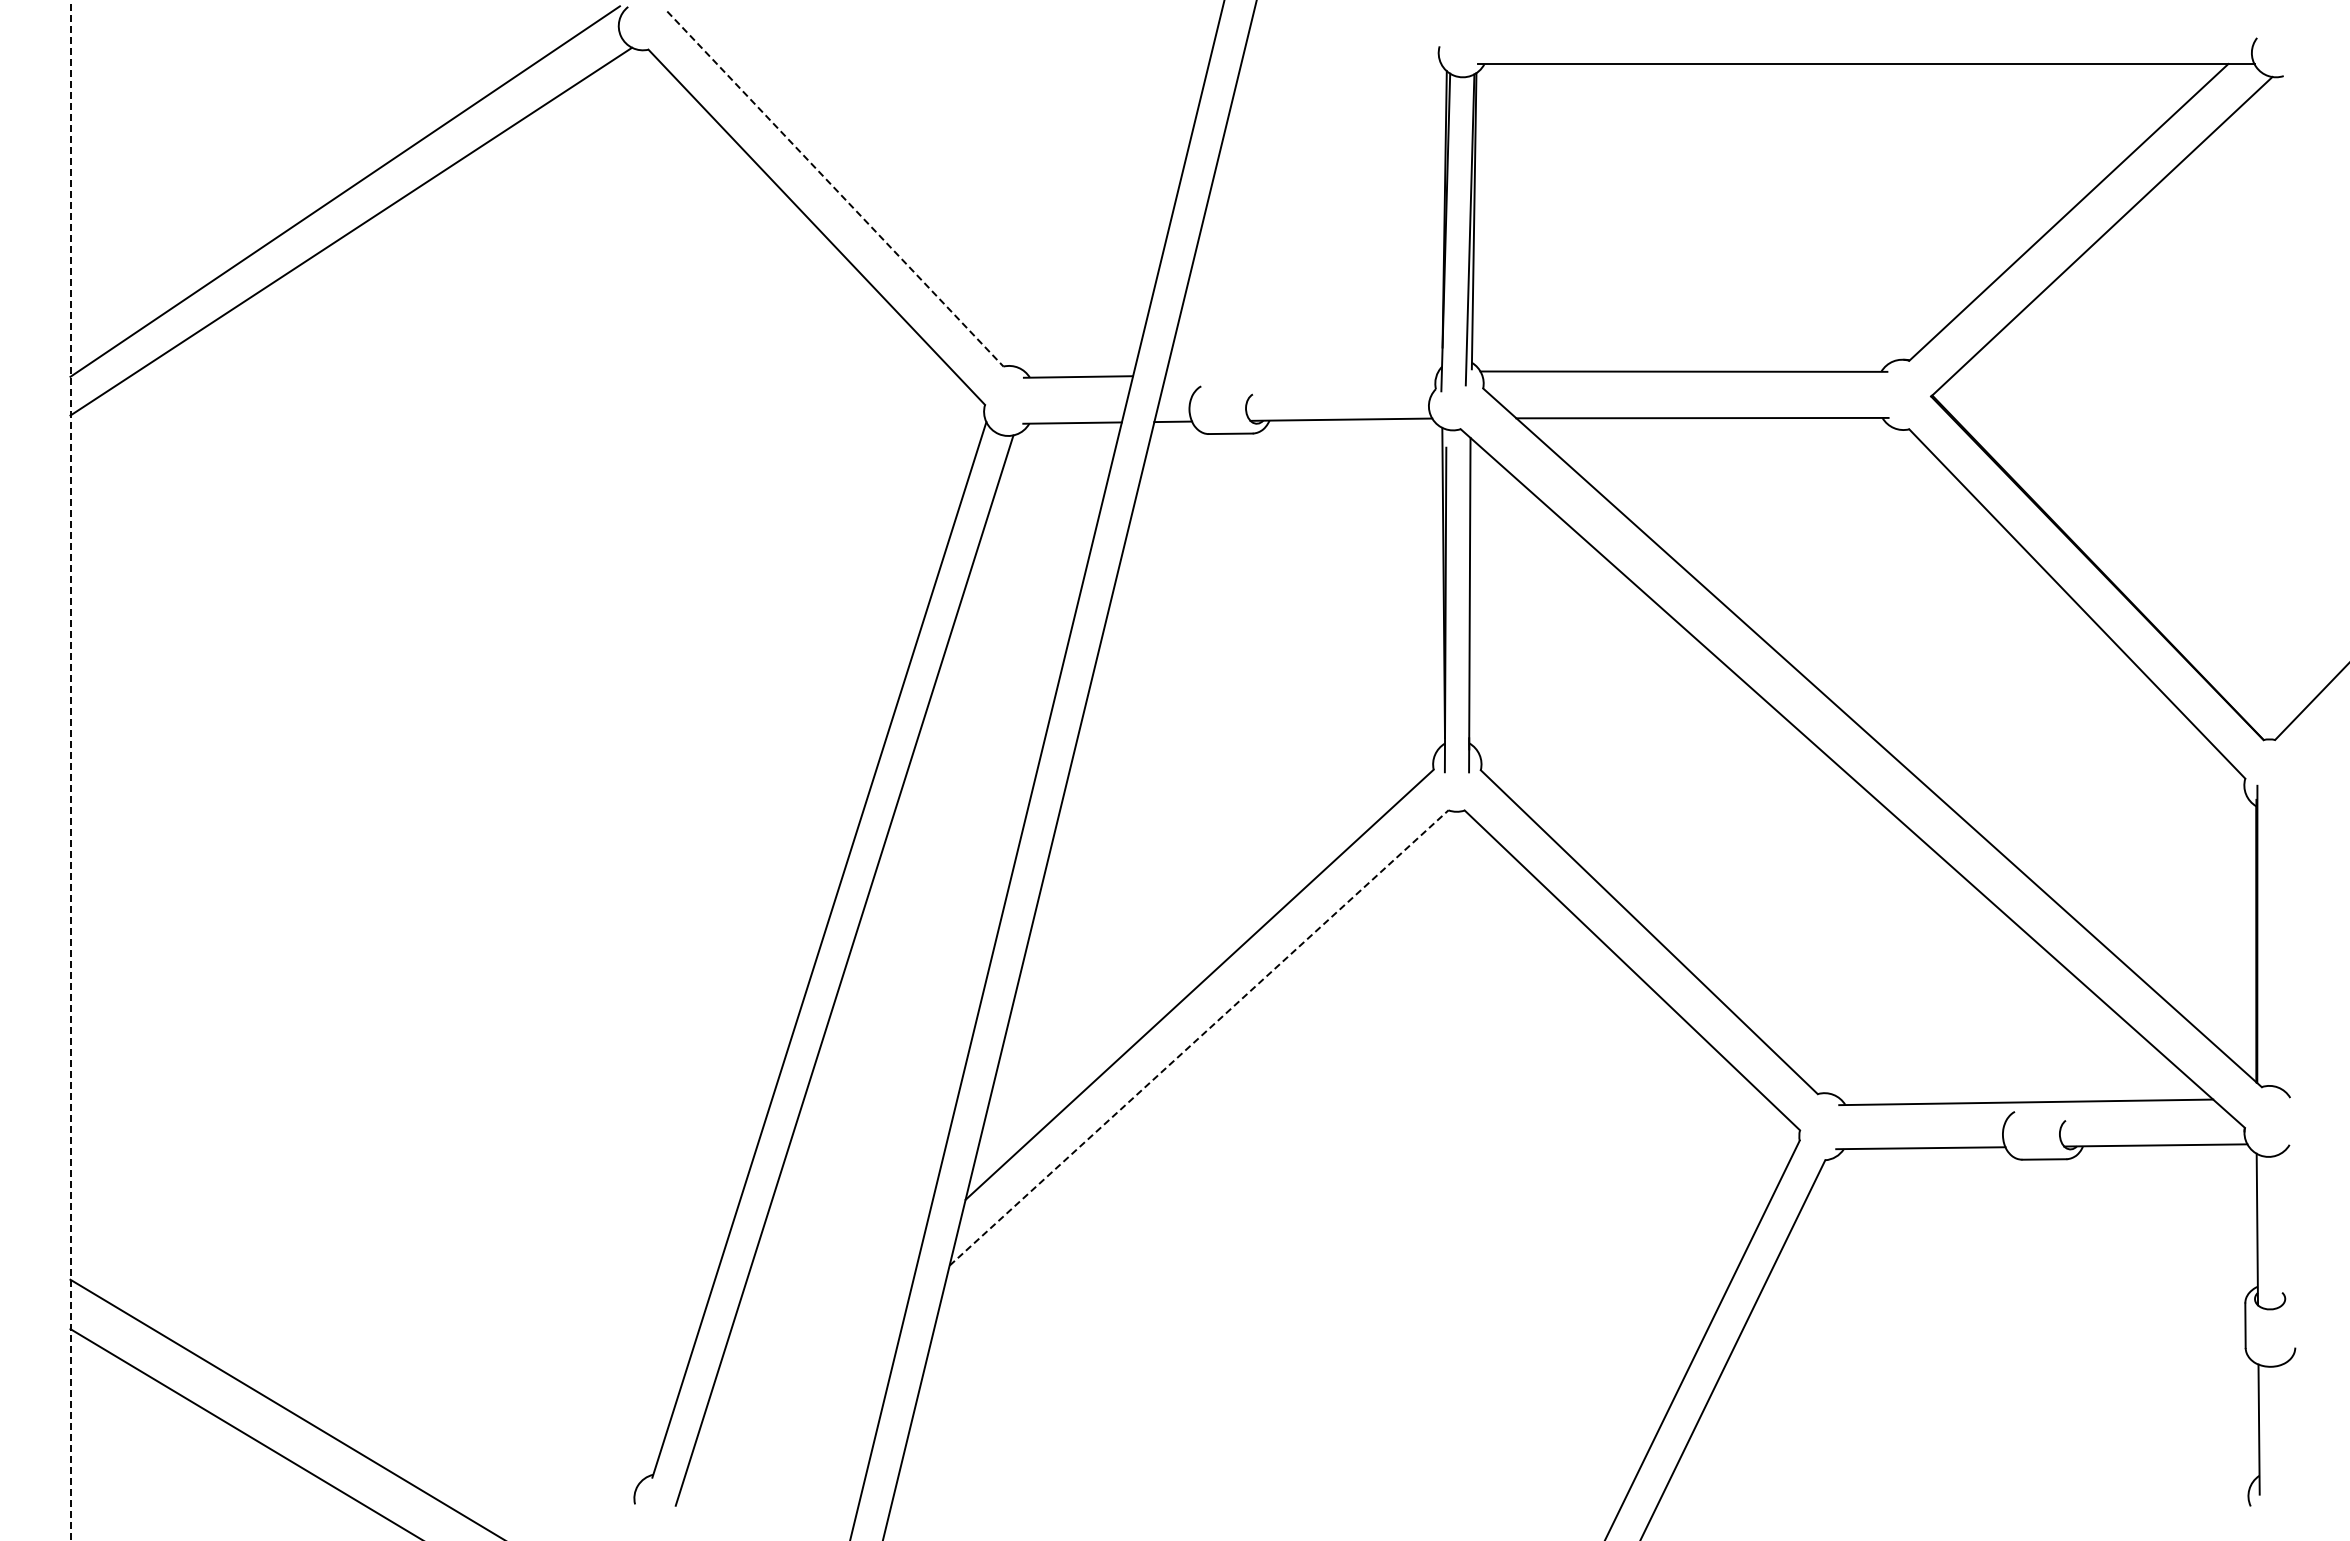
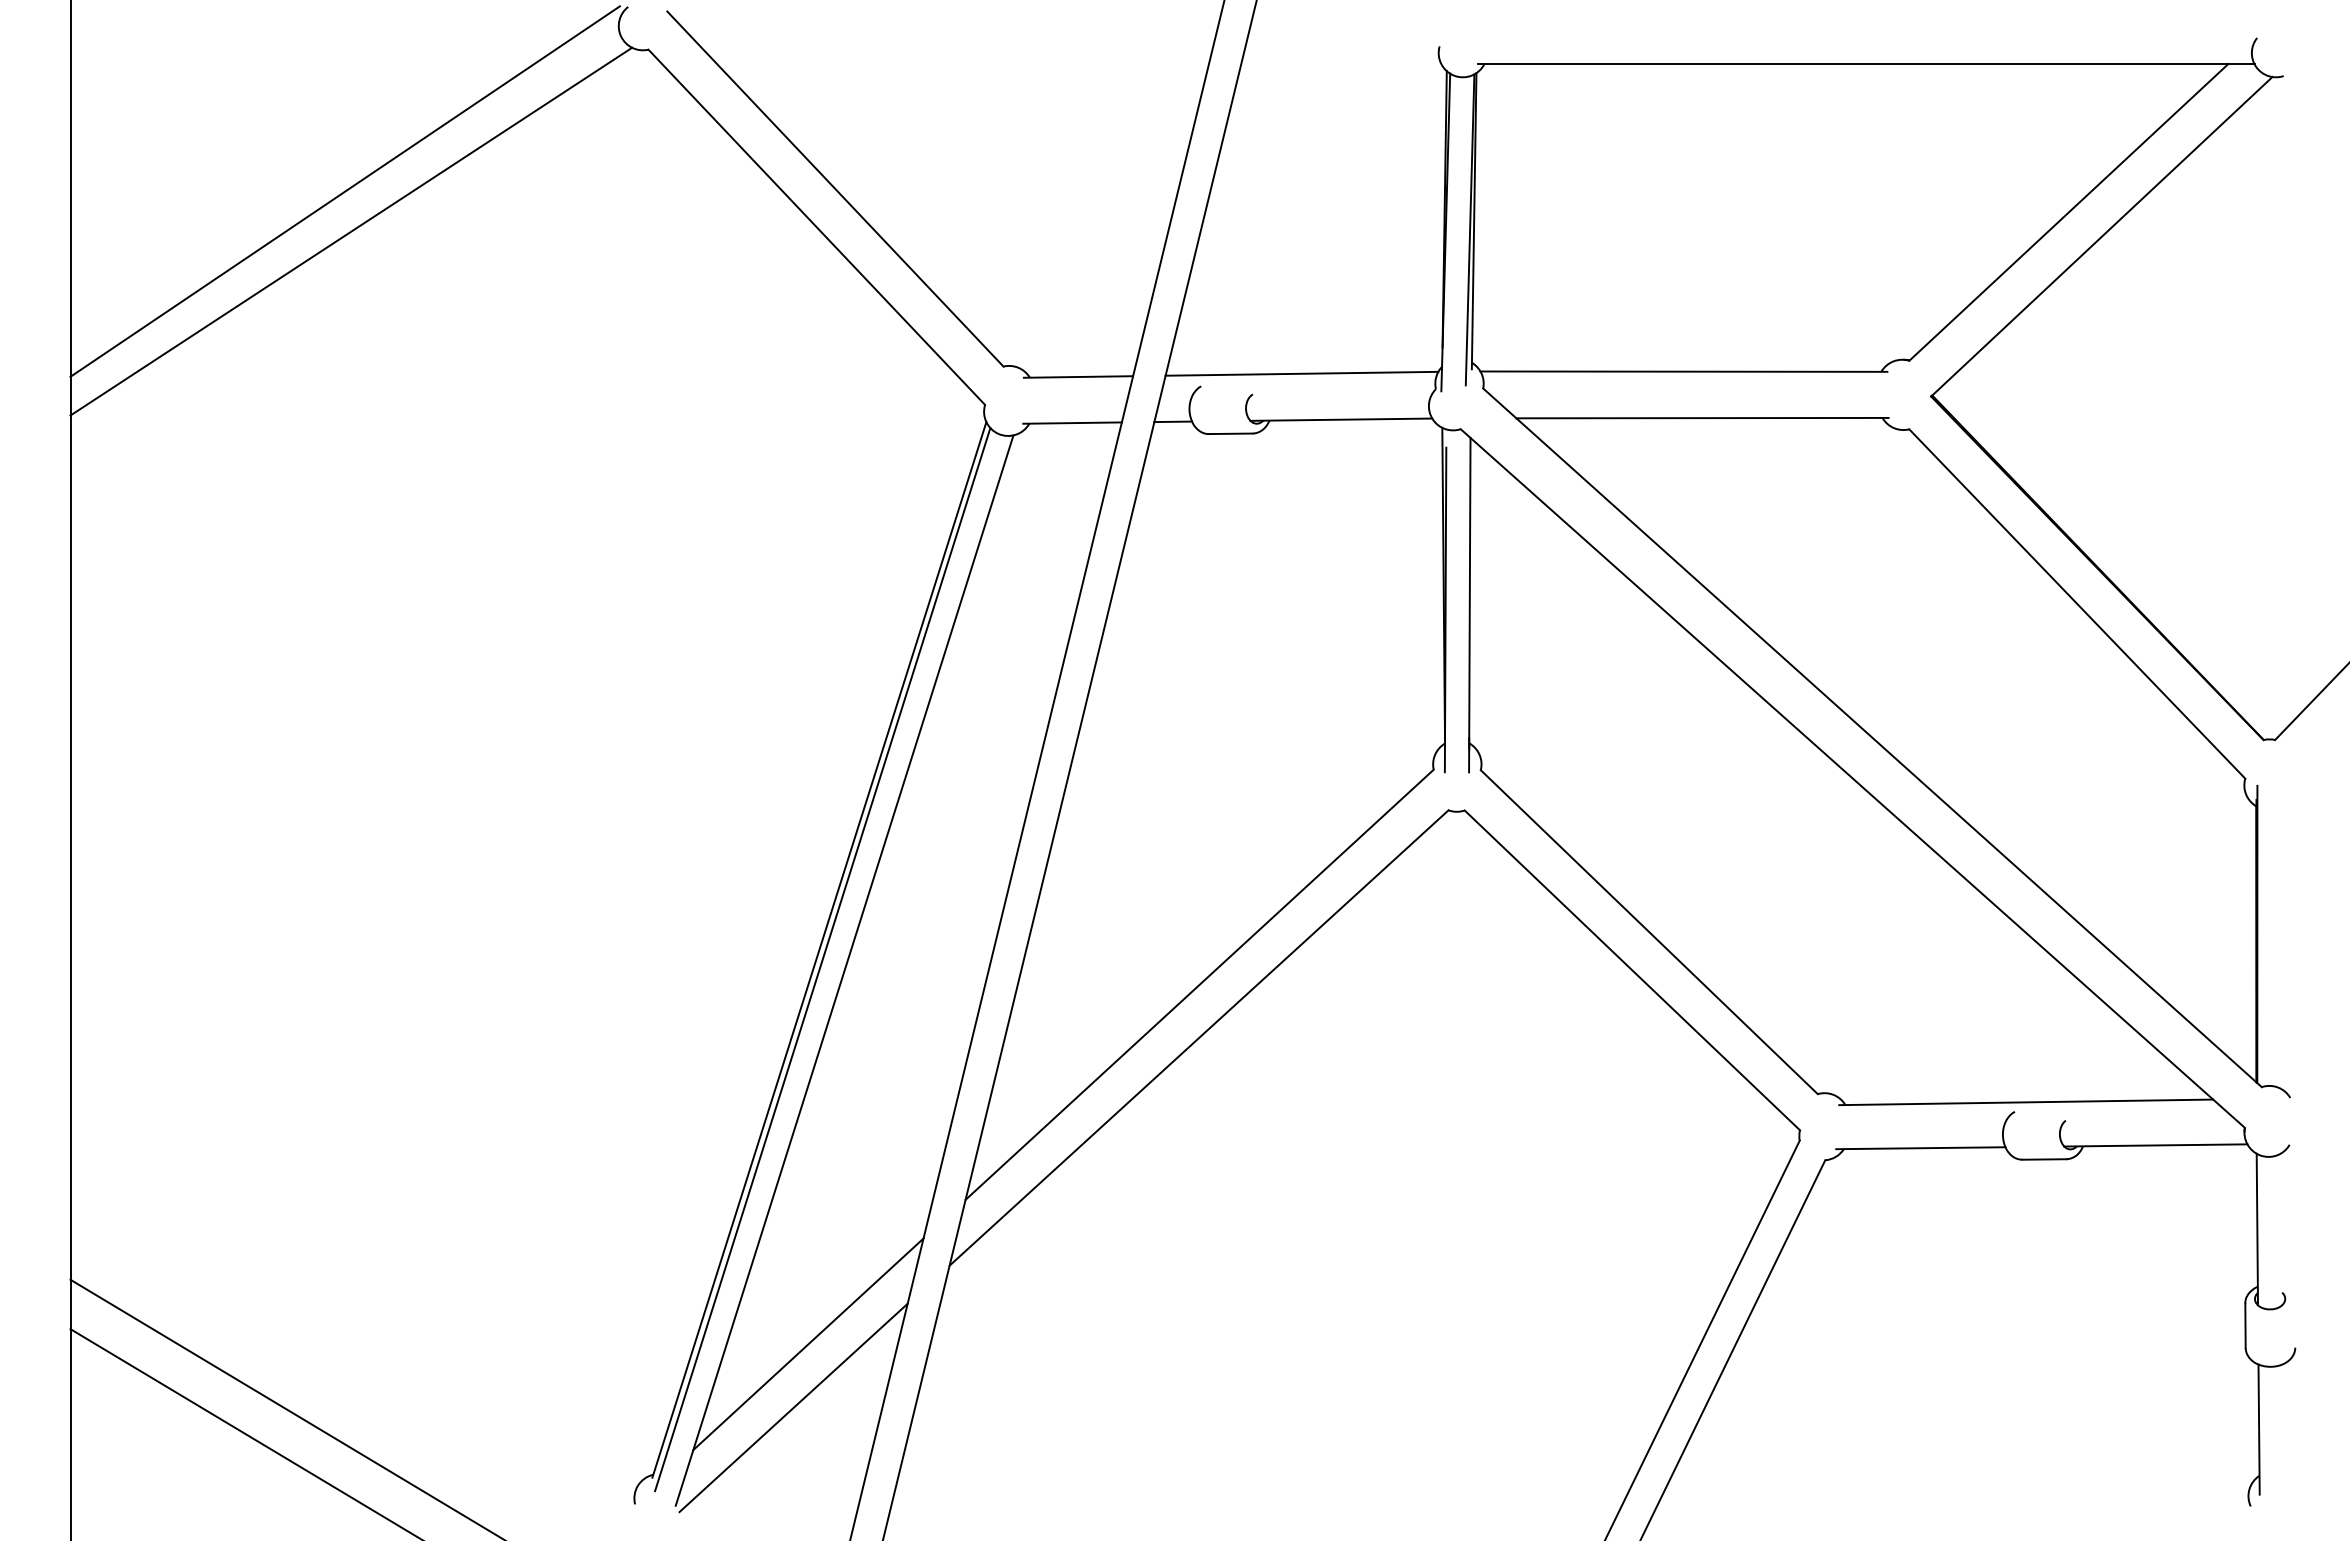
line at (835, 189): dashed -> solid
line at (1301, 373): none -> present
line at (70, 770): dashed -> solid
line at (822, 959): none -> present
line at (1199, 1037): dashed -> solid
line at (808, 1344): none -> present
line at (793, 1407): none -> present
